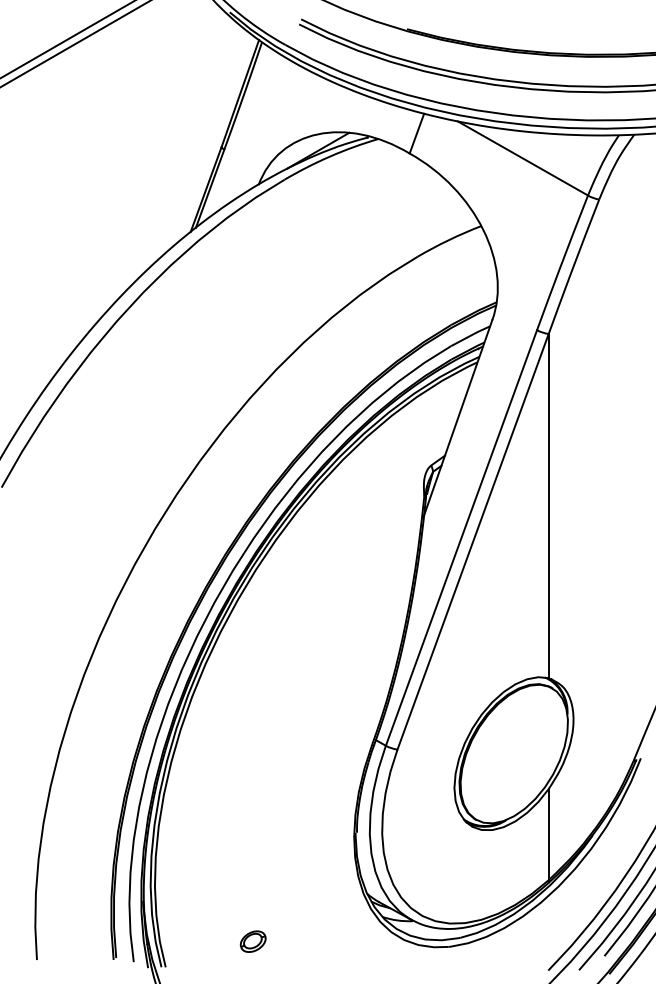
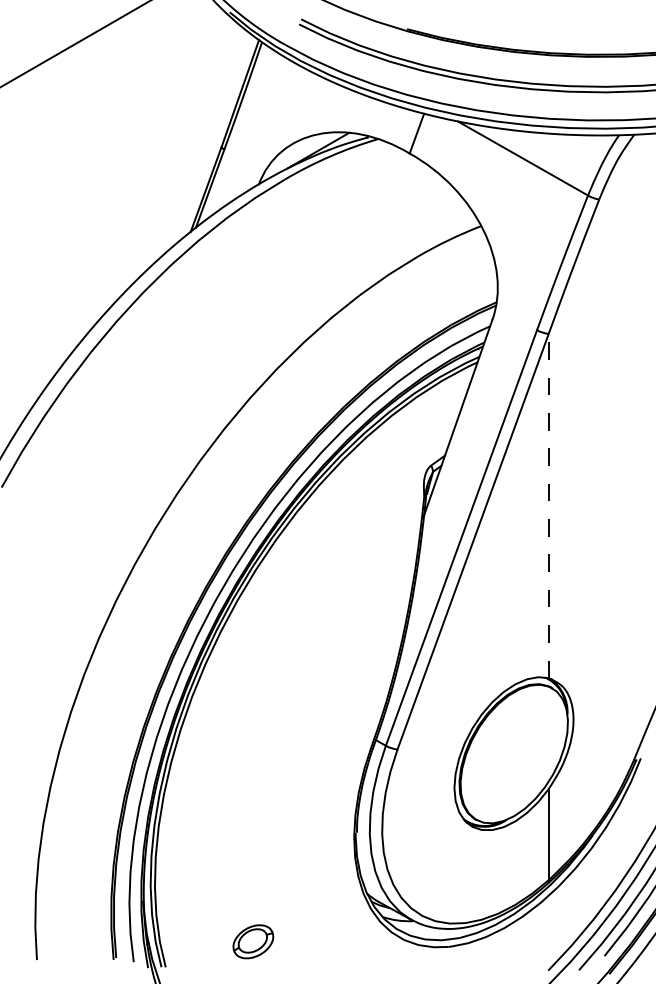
line at (67, 39): present -> none
line at (548, 505): solid -> dashed
part at (252, 941) size: 28x23 px -> 43x36 px
